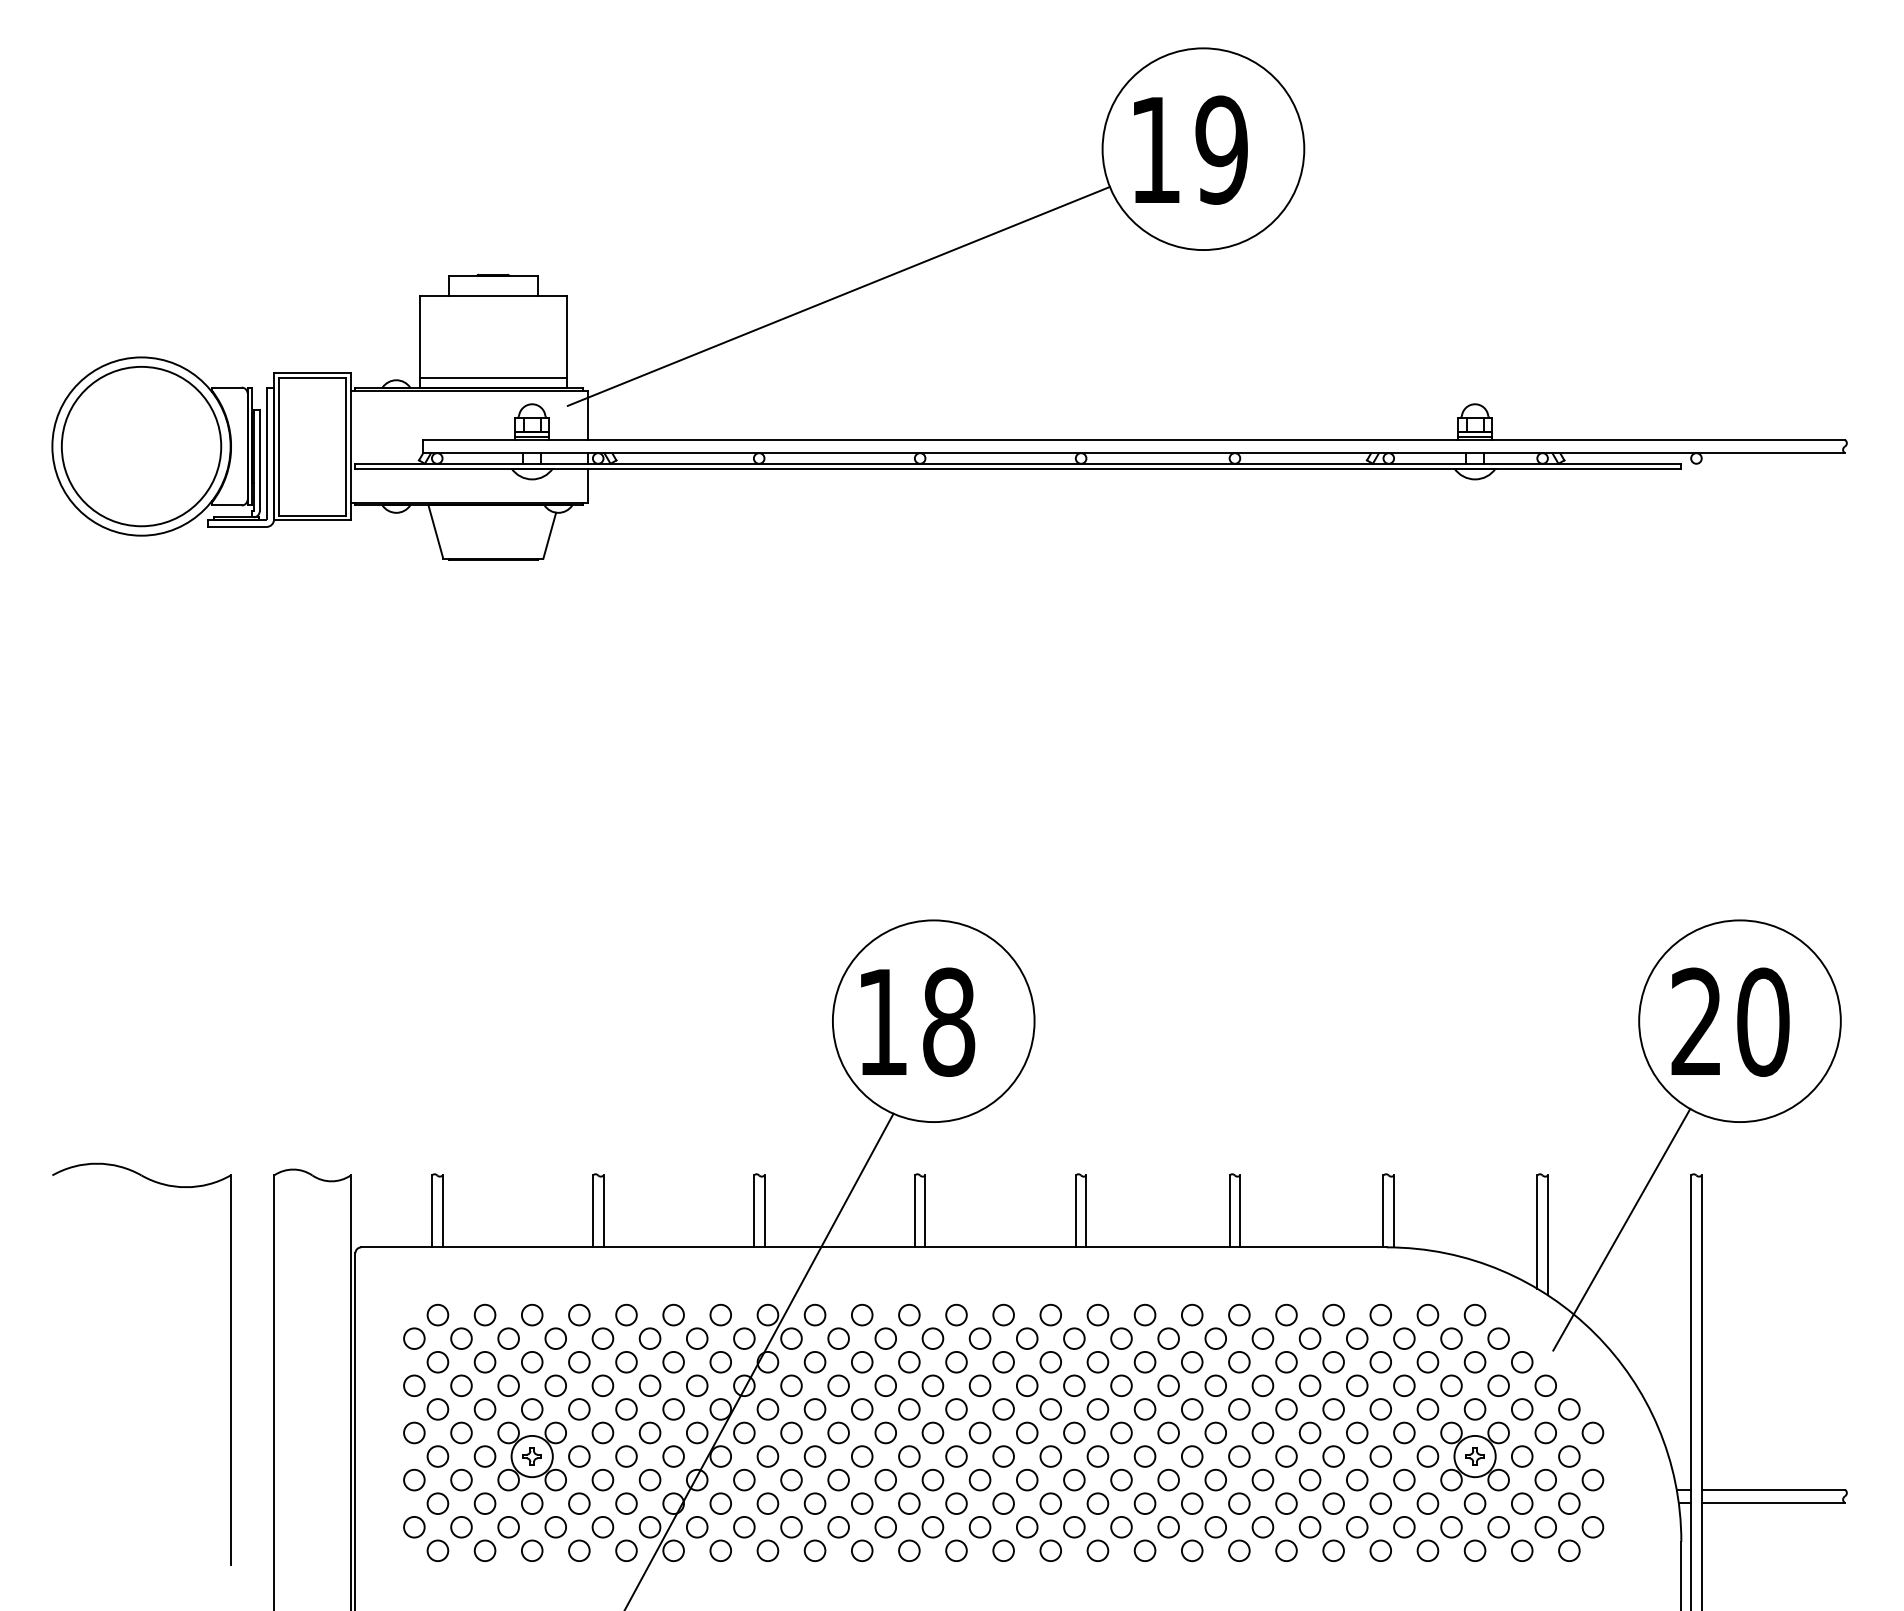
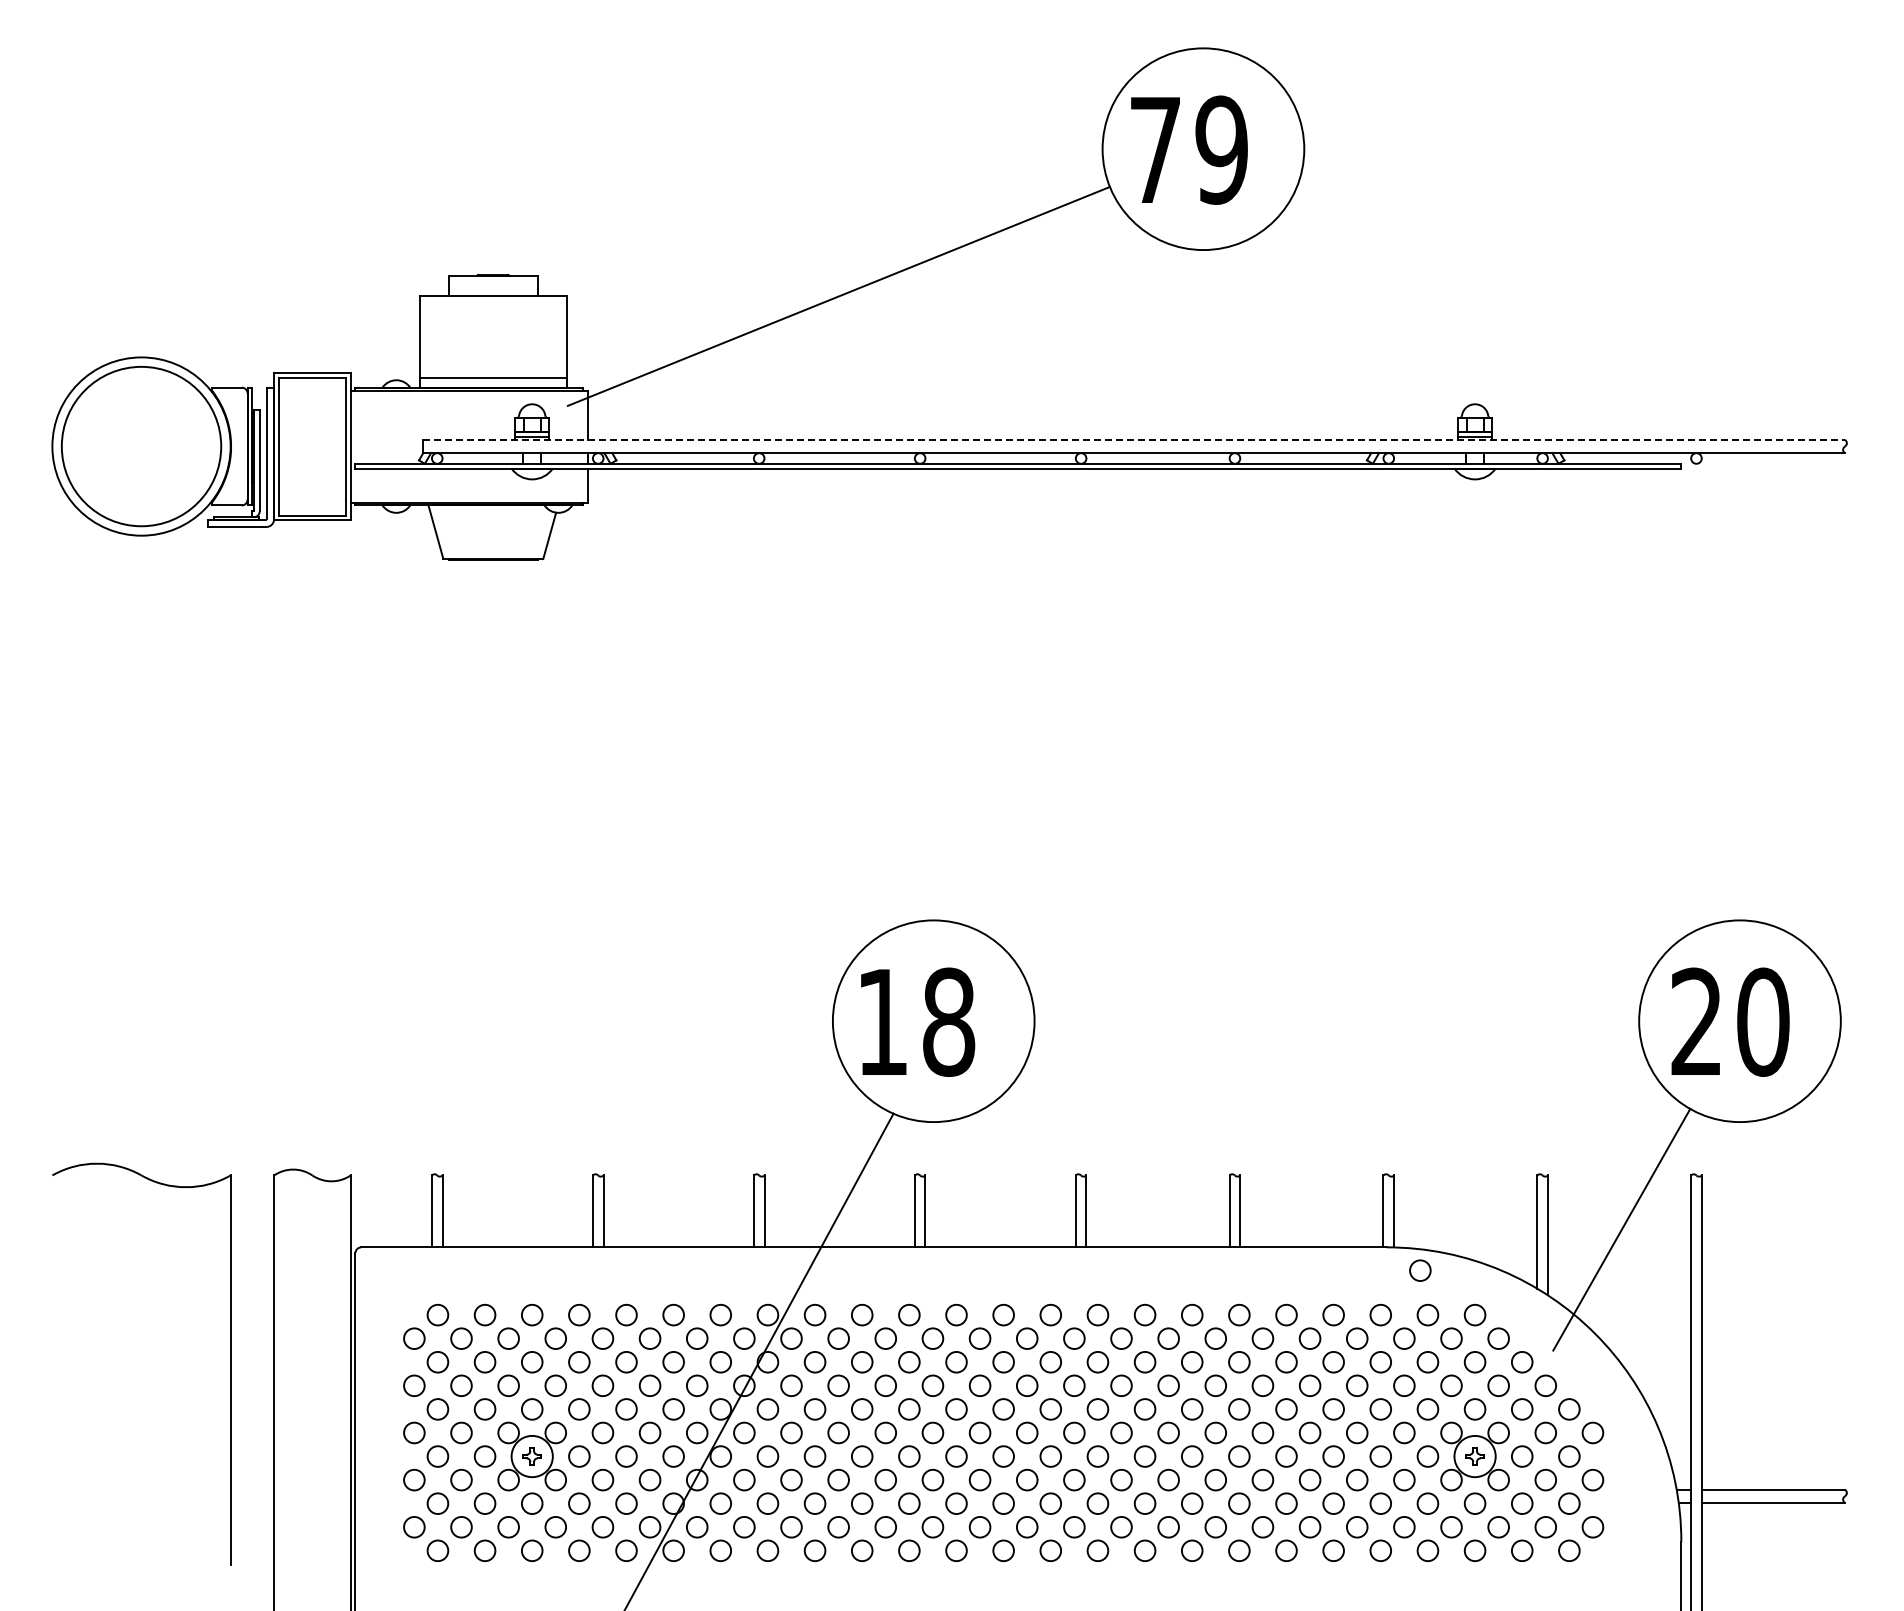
text at (1155, 149): 19 -> 79
line at (1134, 439): solid -> dashed
circle at (1420, 1270): none -> present
